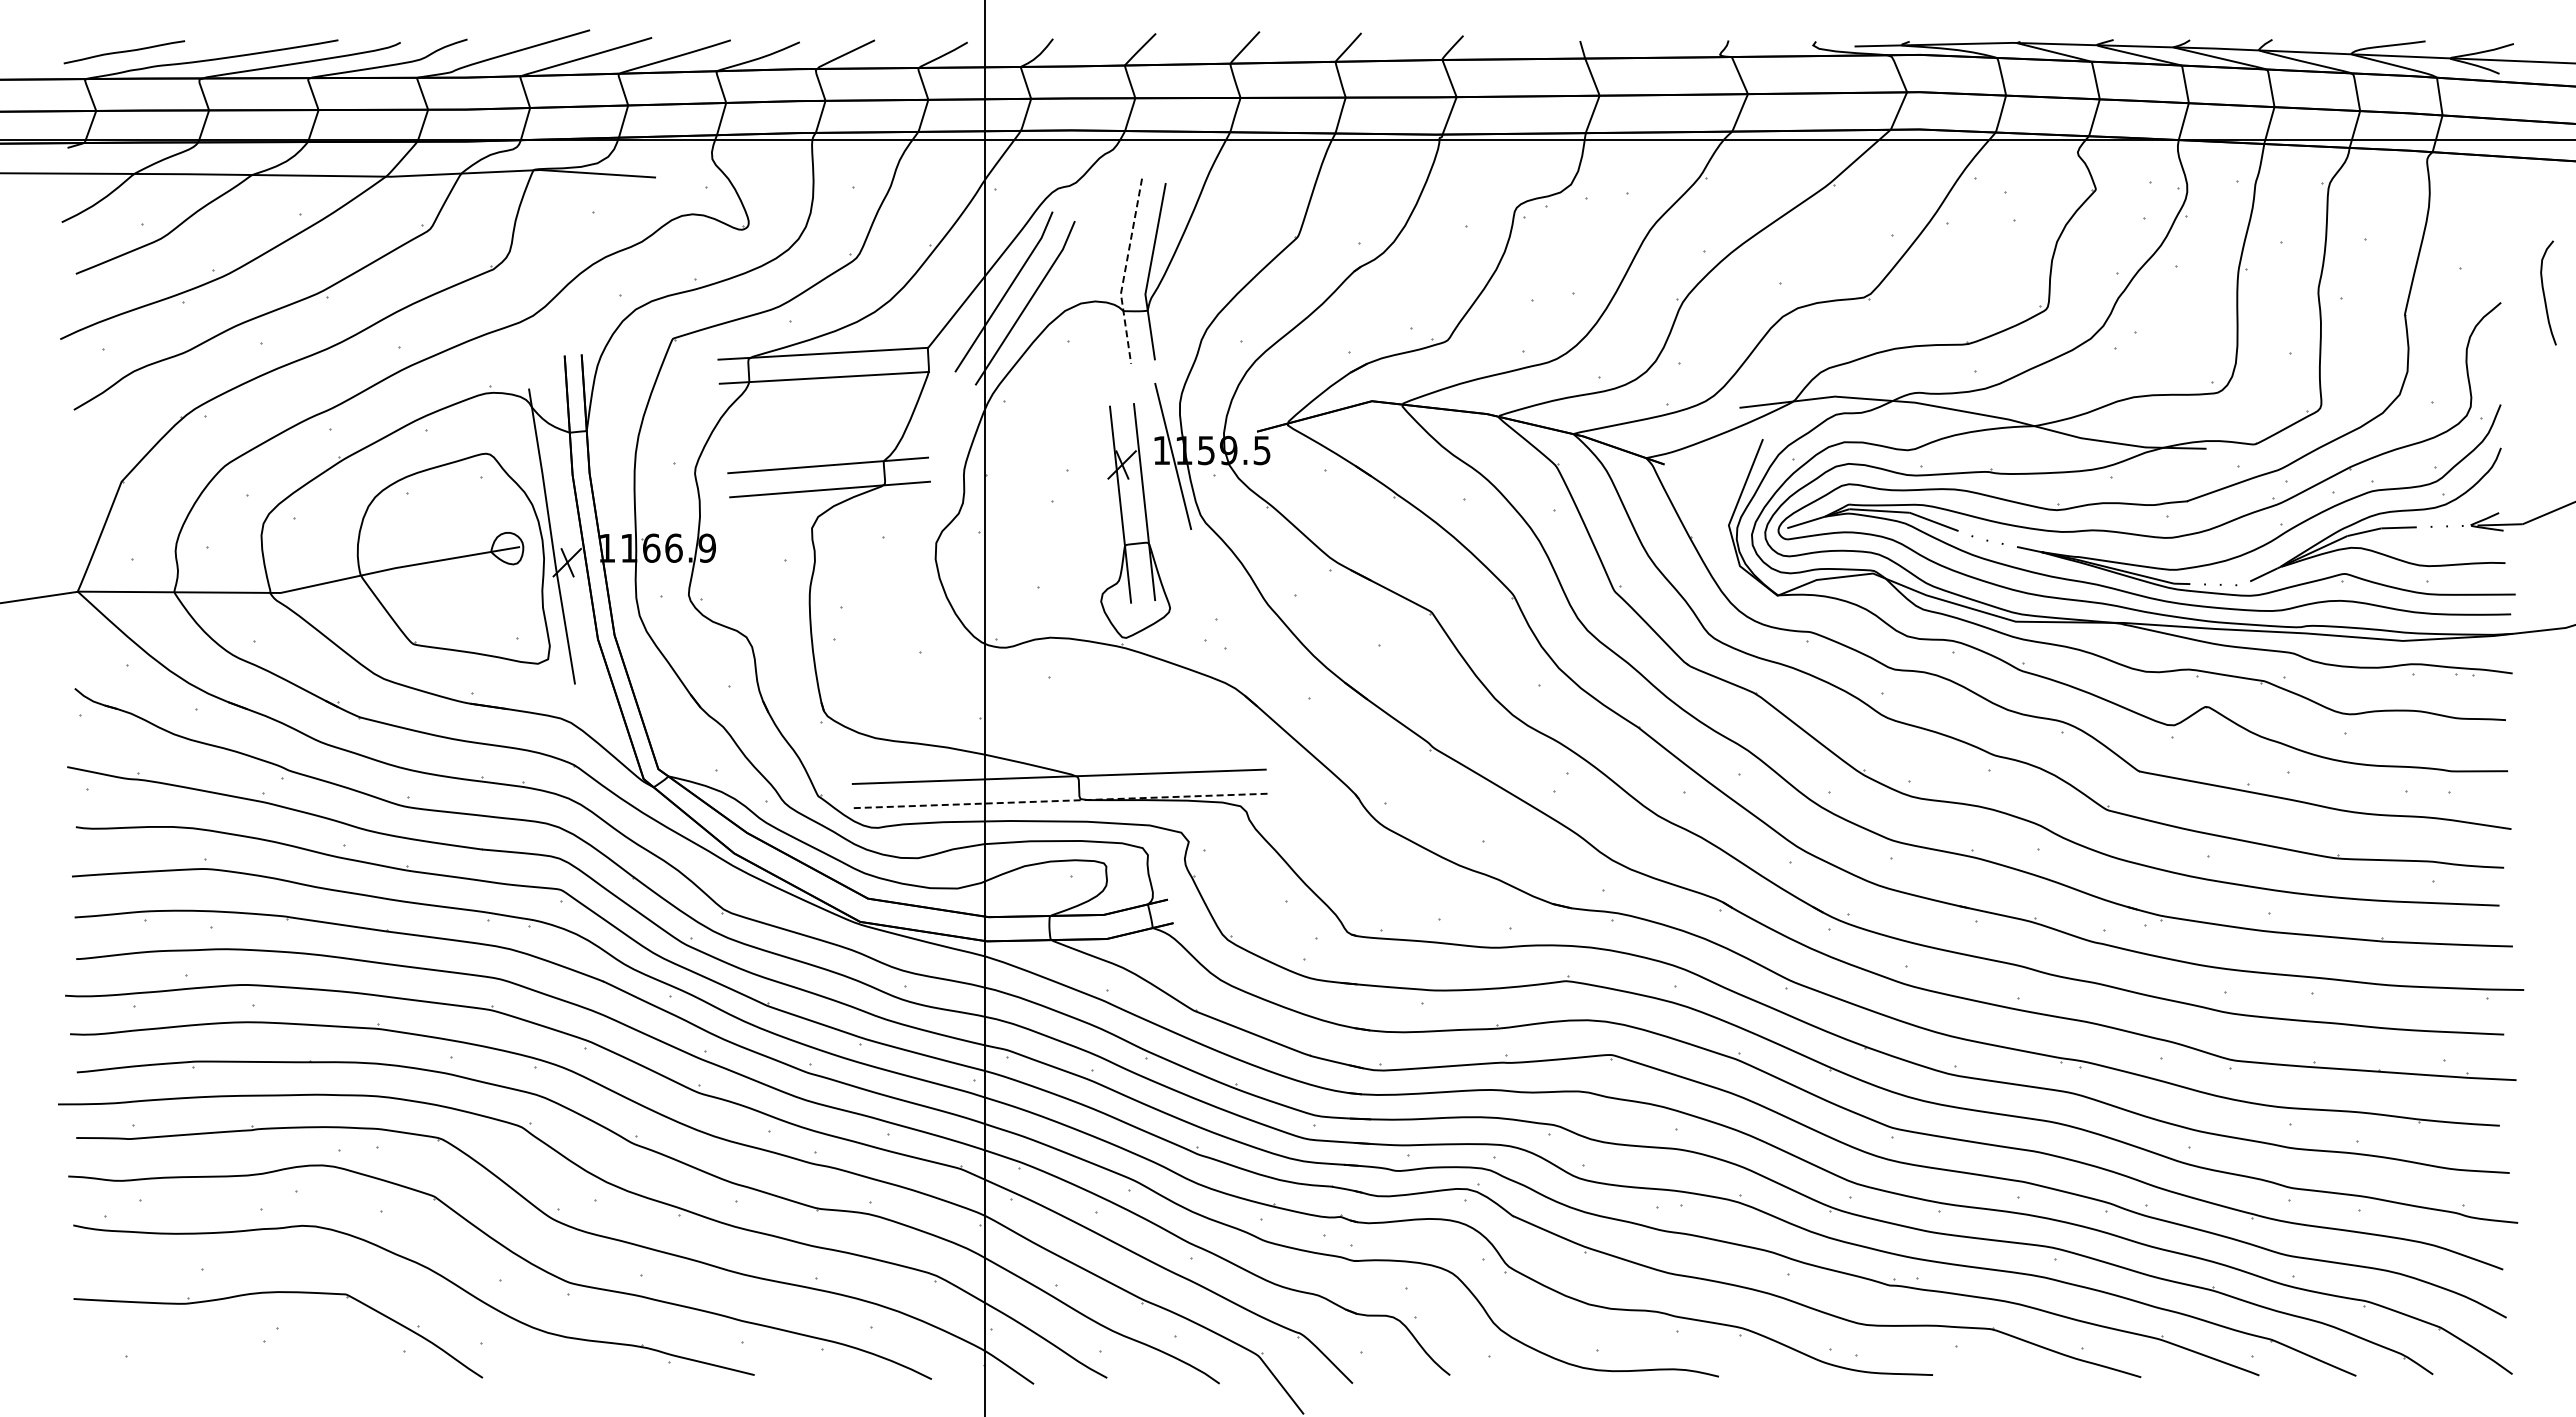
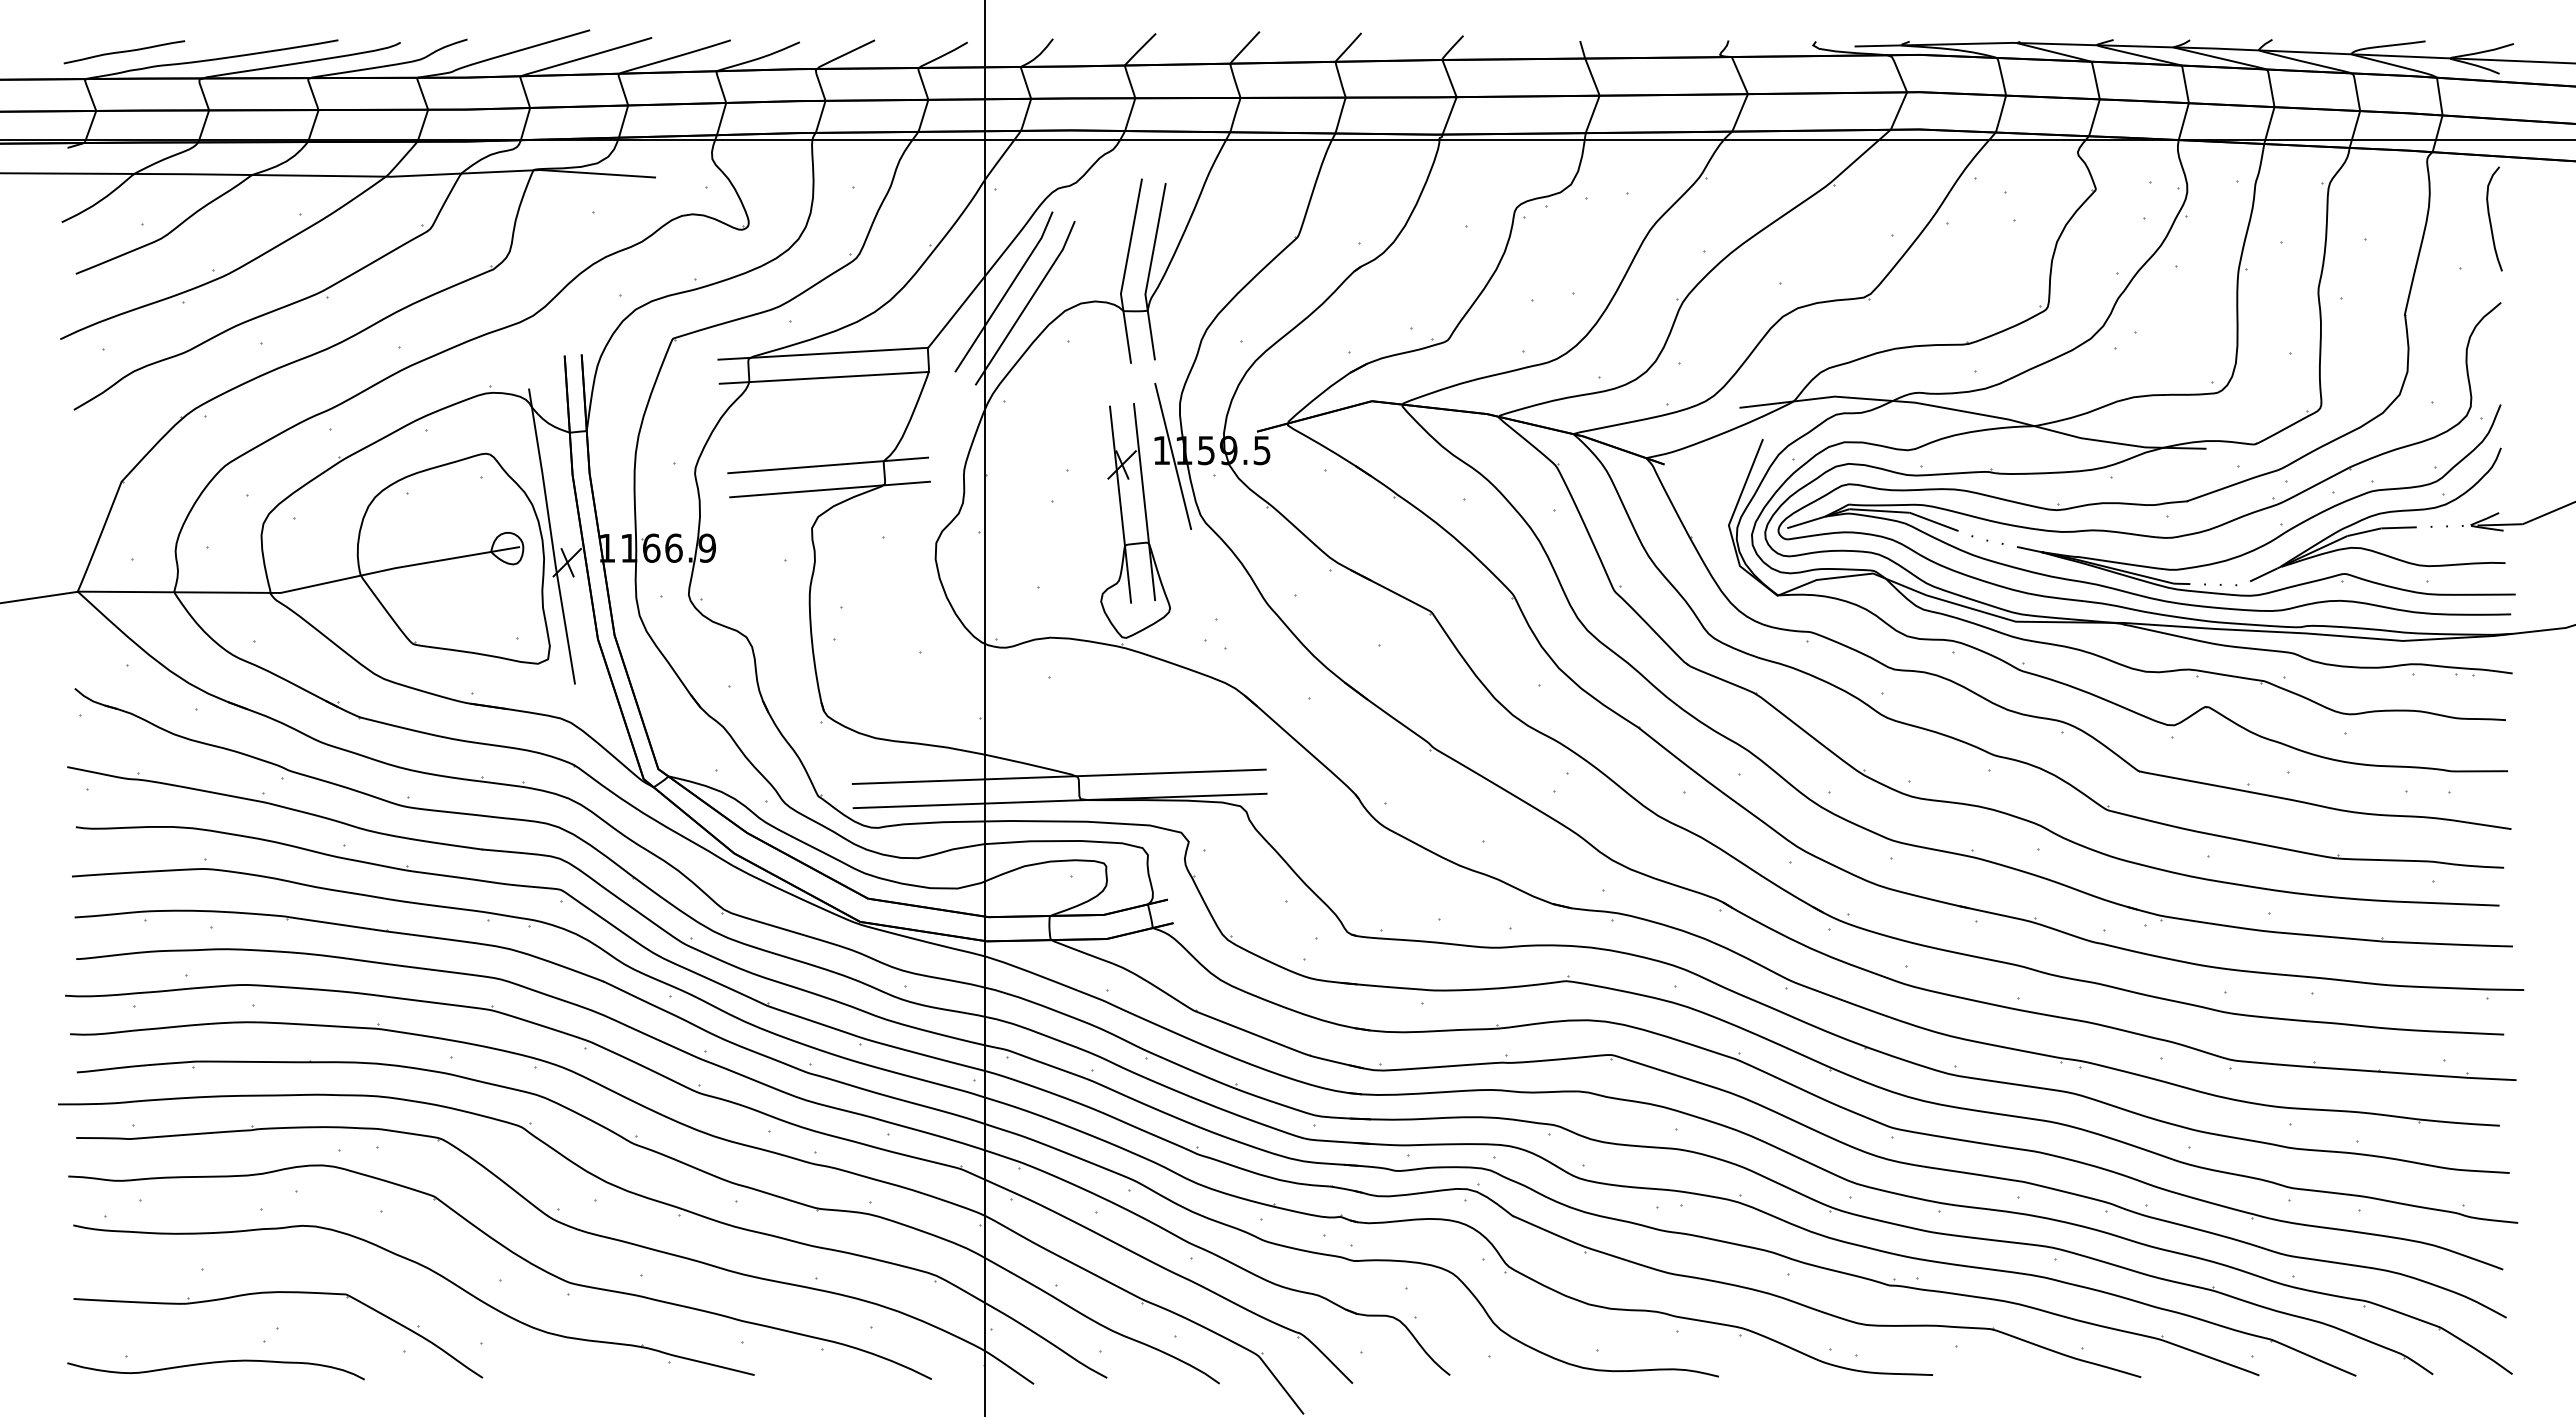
line at (1125, 271): dashed -> solid
curve at (2544, 292) position: (2544, 292) -> (2490, 218)
line at (1060, 800): dashed -> solid
curve at (215, 1363): none -> present
